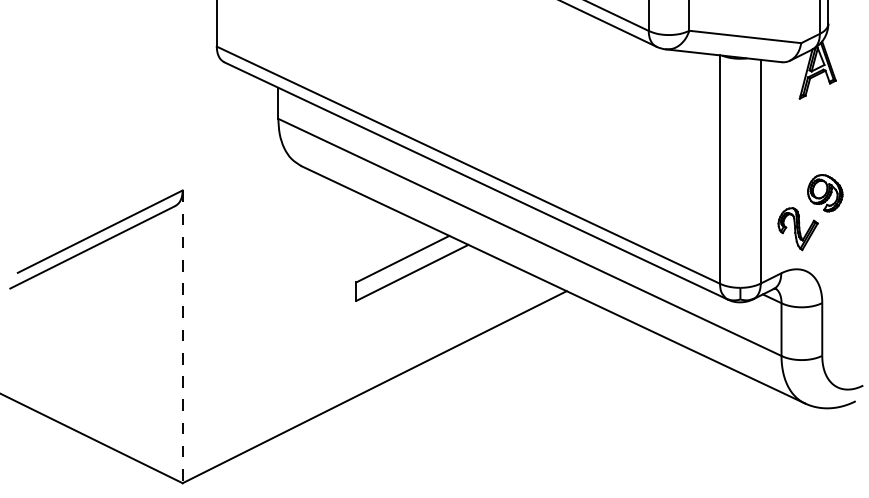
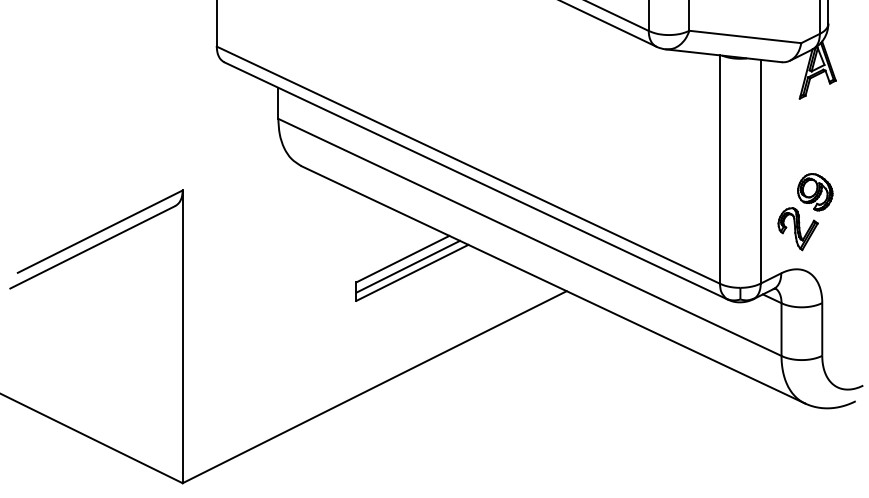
part at (825, 193) position: (825, 193) -> (815, 192)
line at (408, 266): none -> present
line at (182, 337): dashed -> solid
